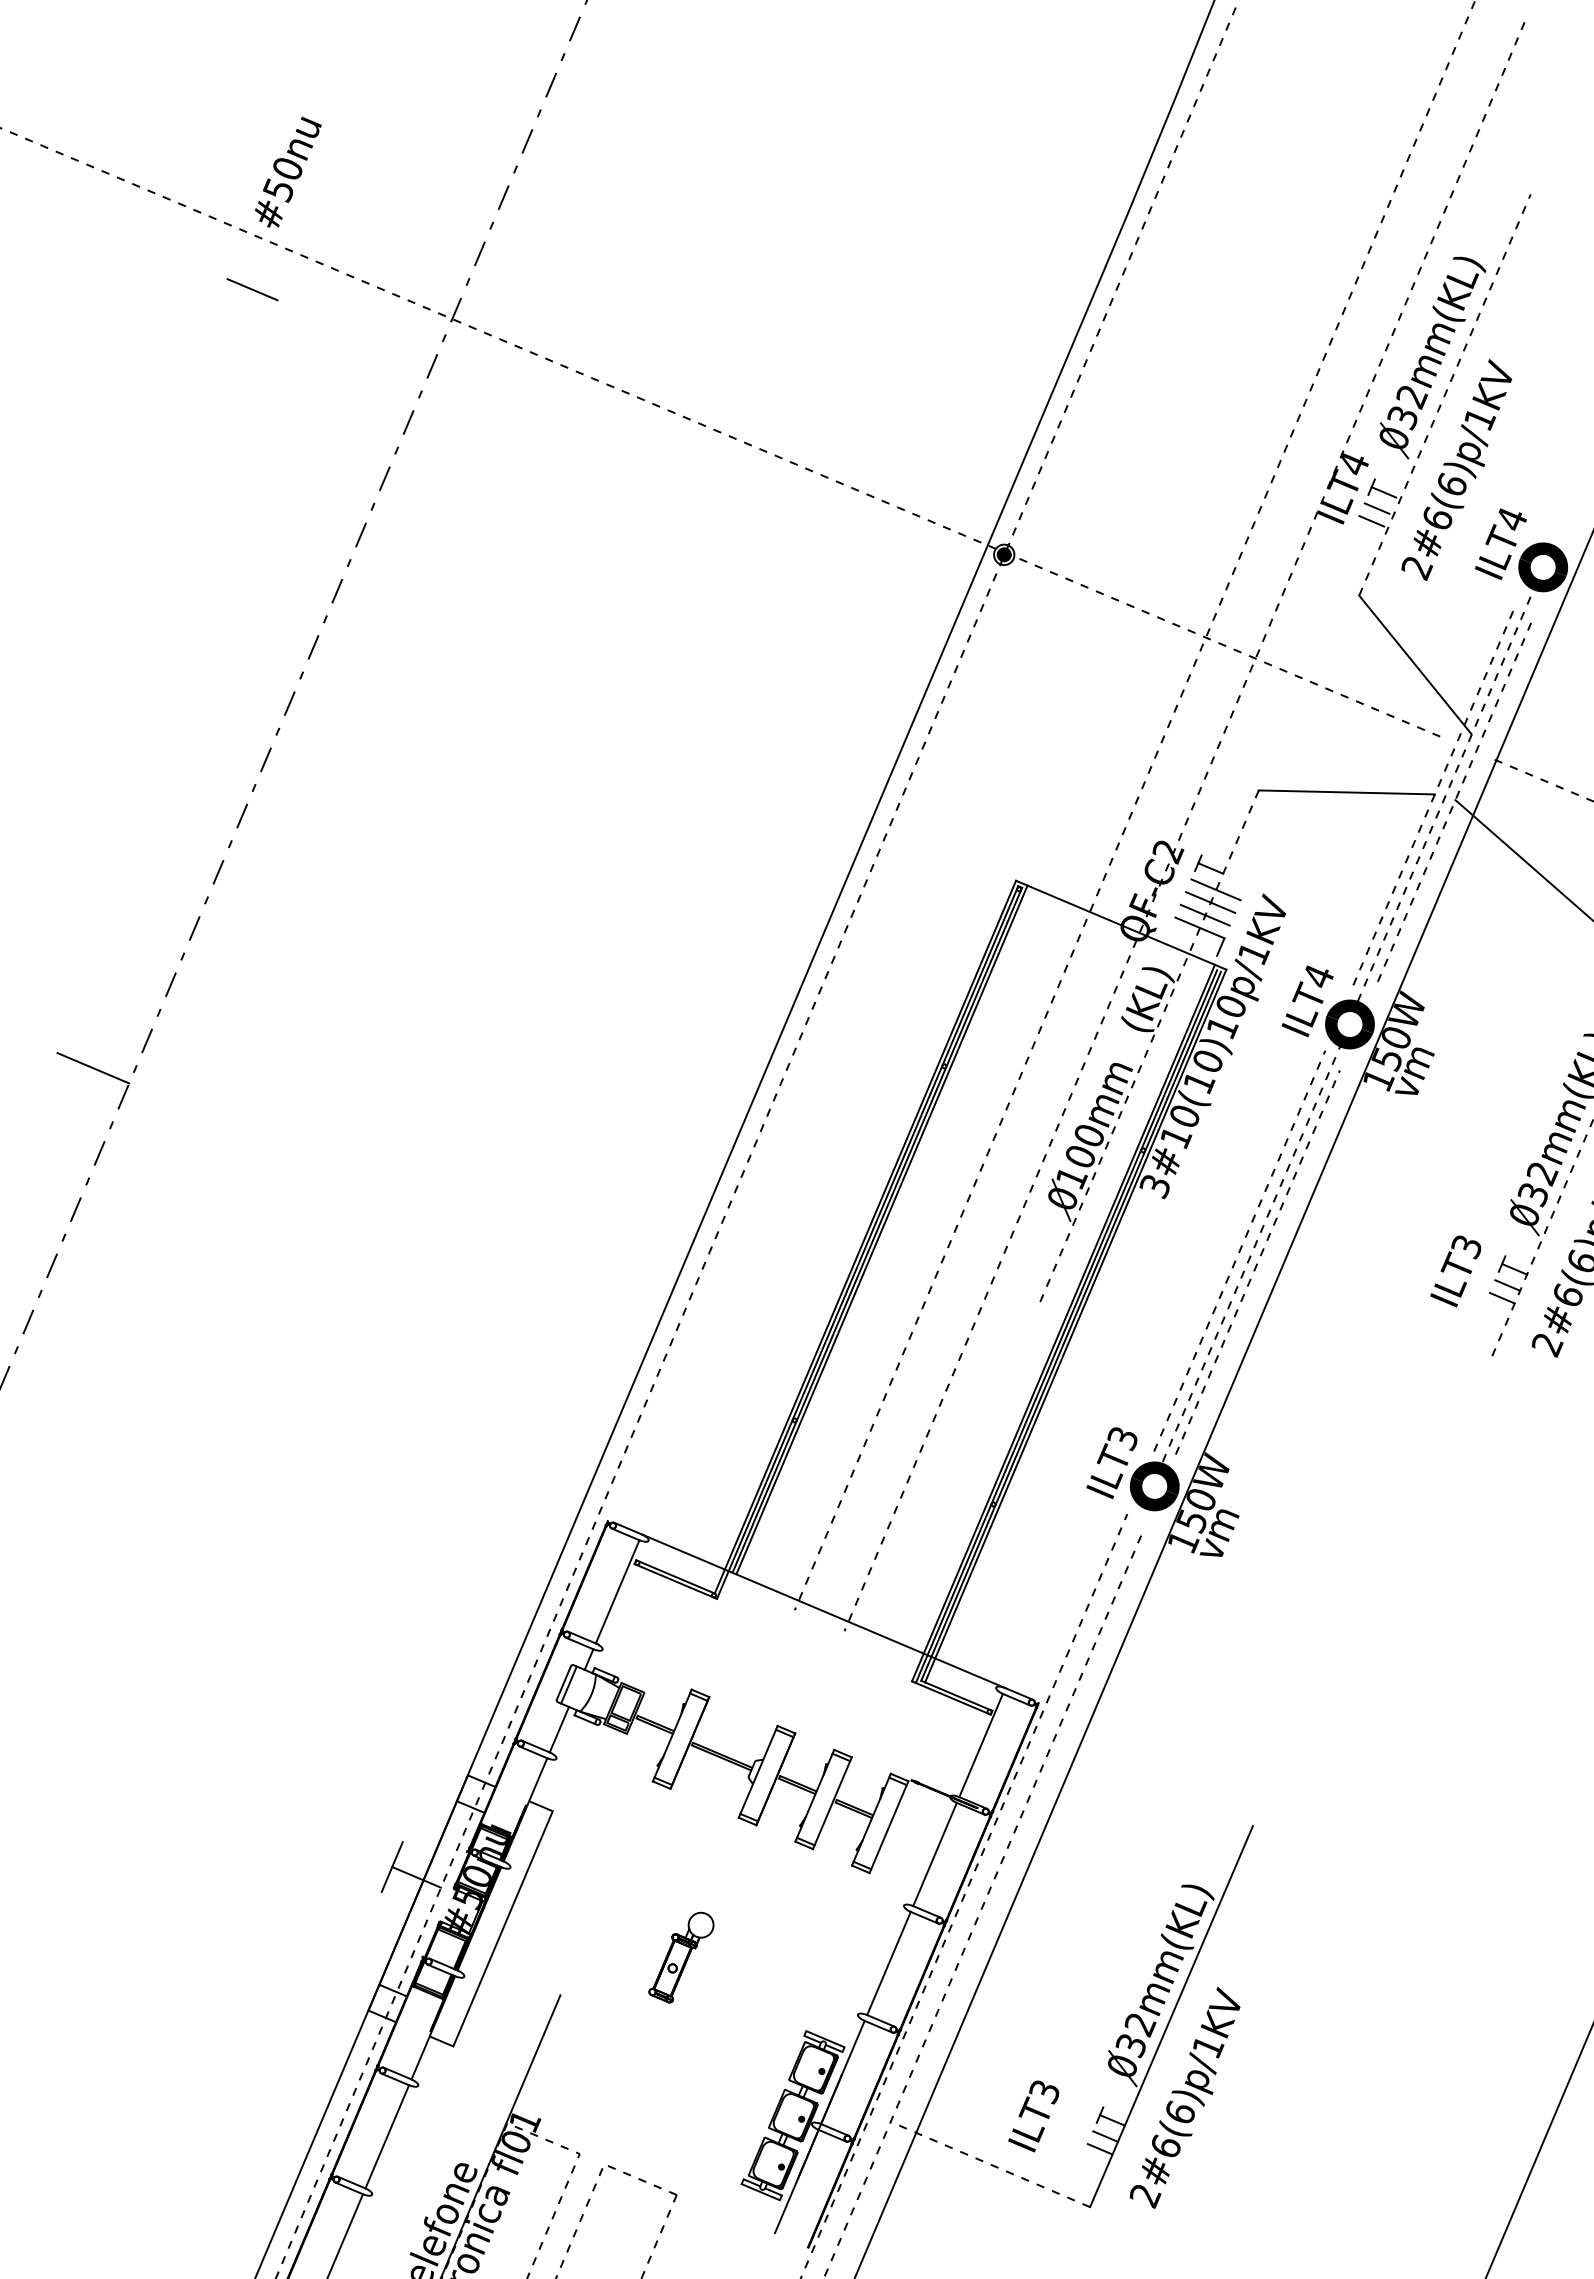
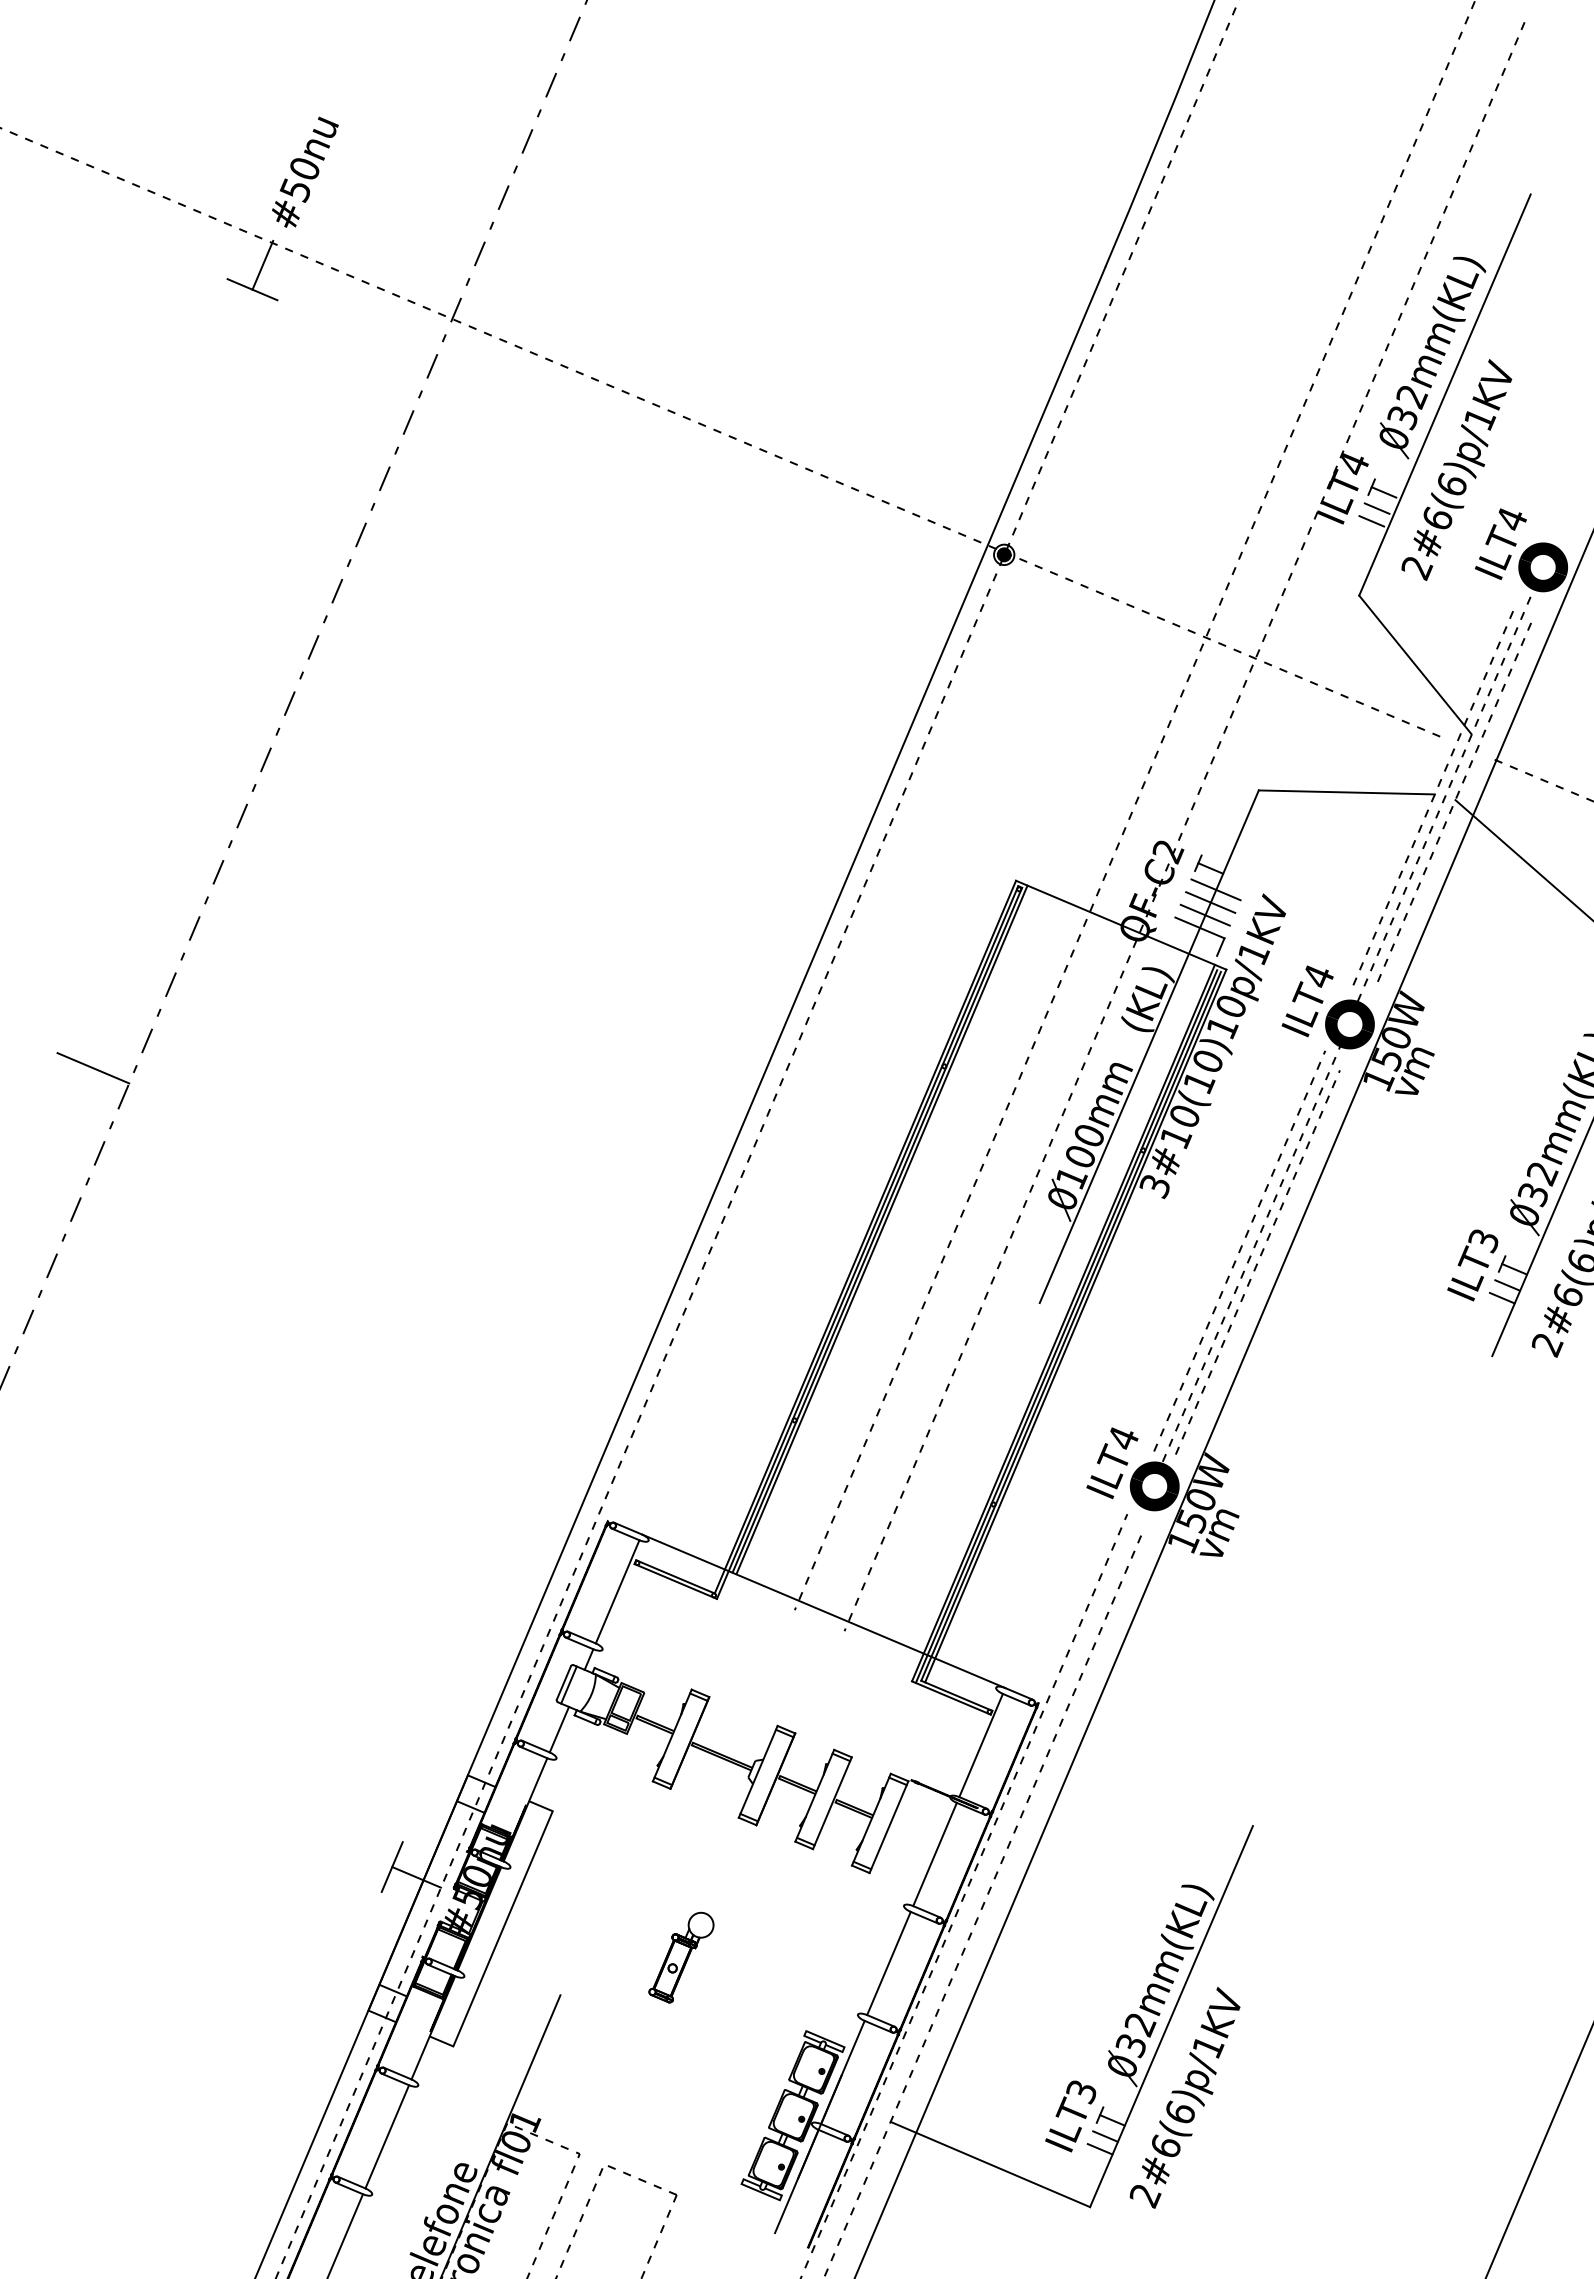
text at (288, 171) position: (288, 171) -> (305, 171)
line at (262, 264): none -> present
line at (1445, 394): dashed -> solid
line at (1149, 1046): dashed -> solid
line at (1543, 1236): dashed -> solid
text at (1455, 1271) position: (1455, 1271) -> (1472, 1265)
text at (1122, 1439): ILT3 -> ILT4
text at (1033, 2116) position: (1033, 2116) -> (1070, 2116)
line at (989, 2164): dashed -> solid
